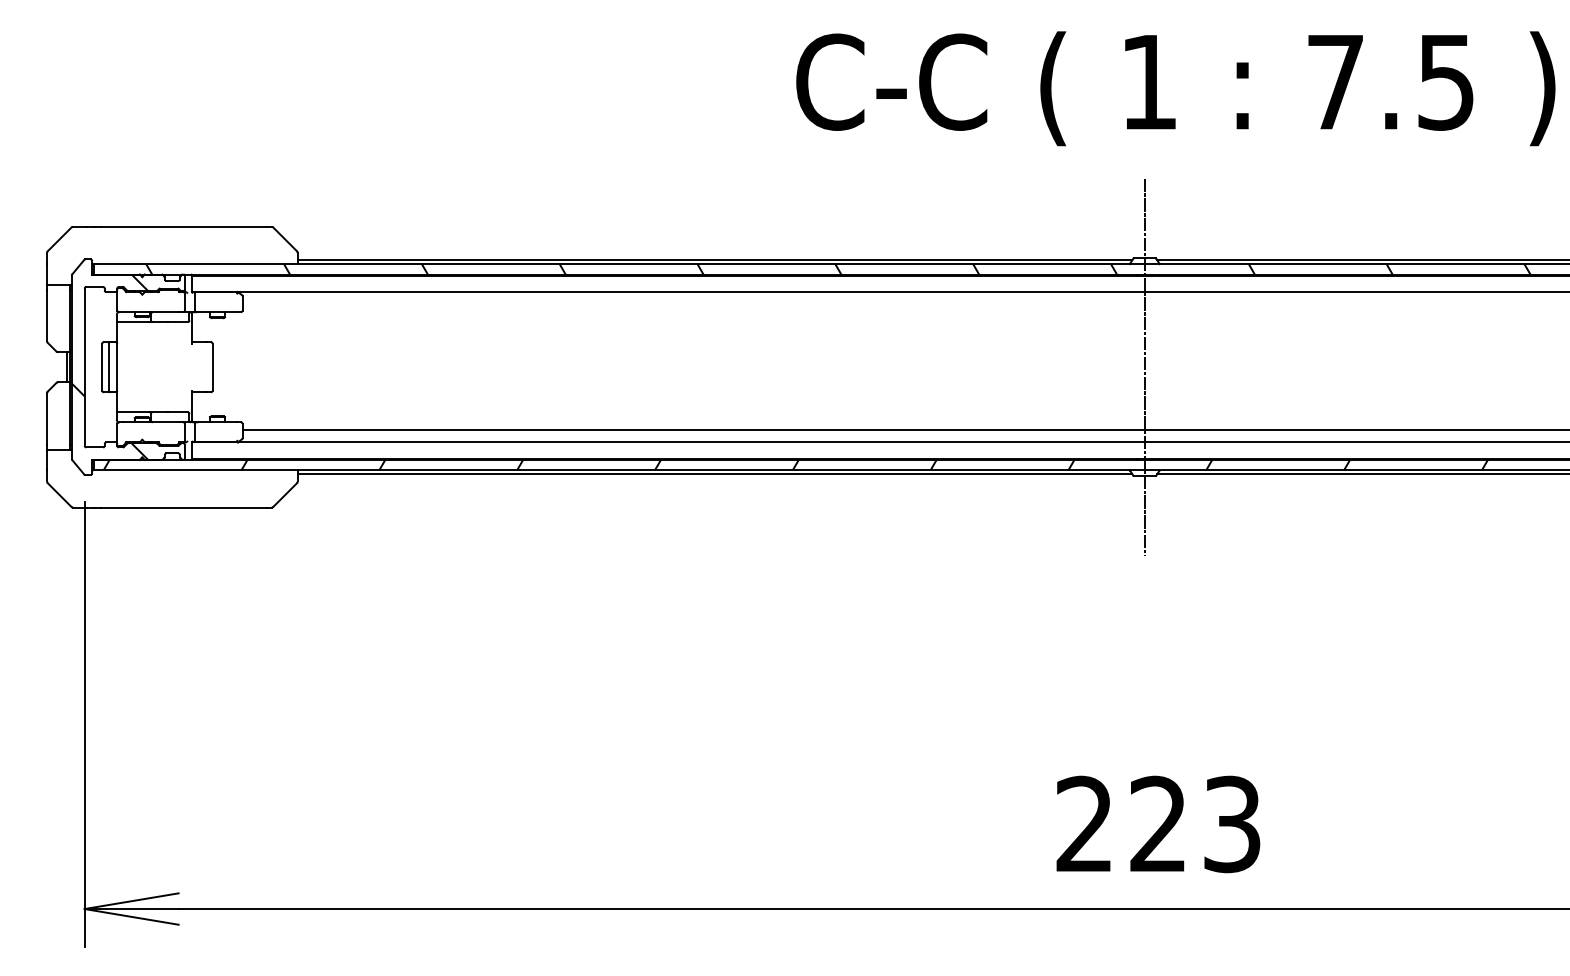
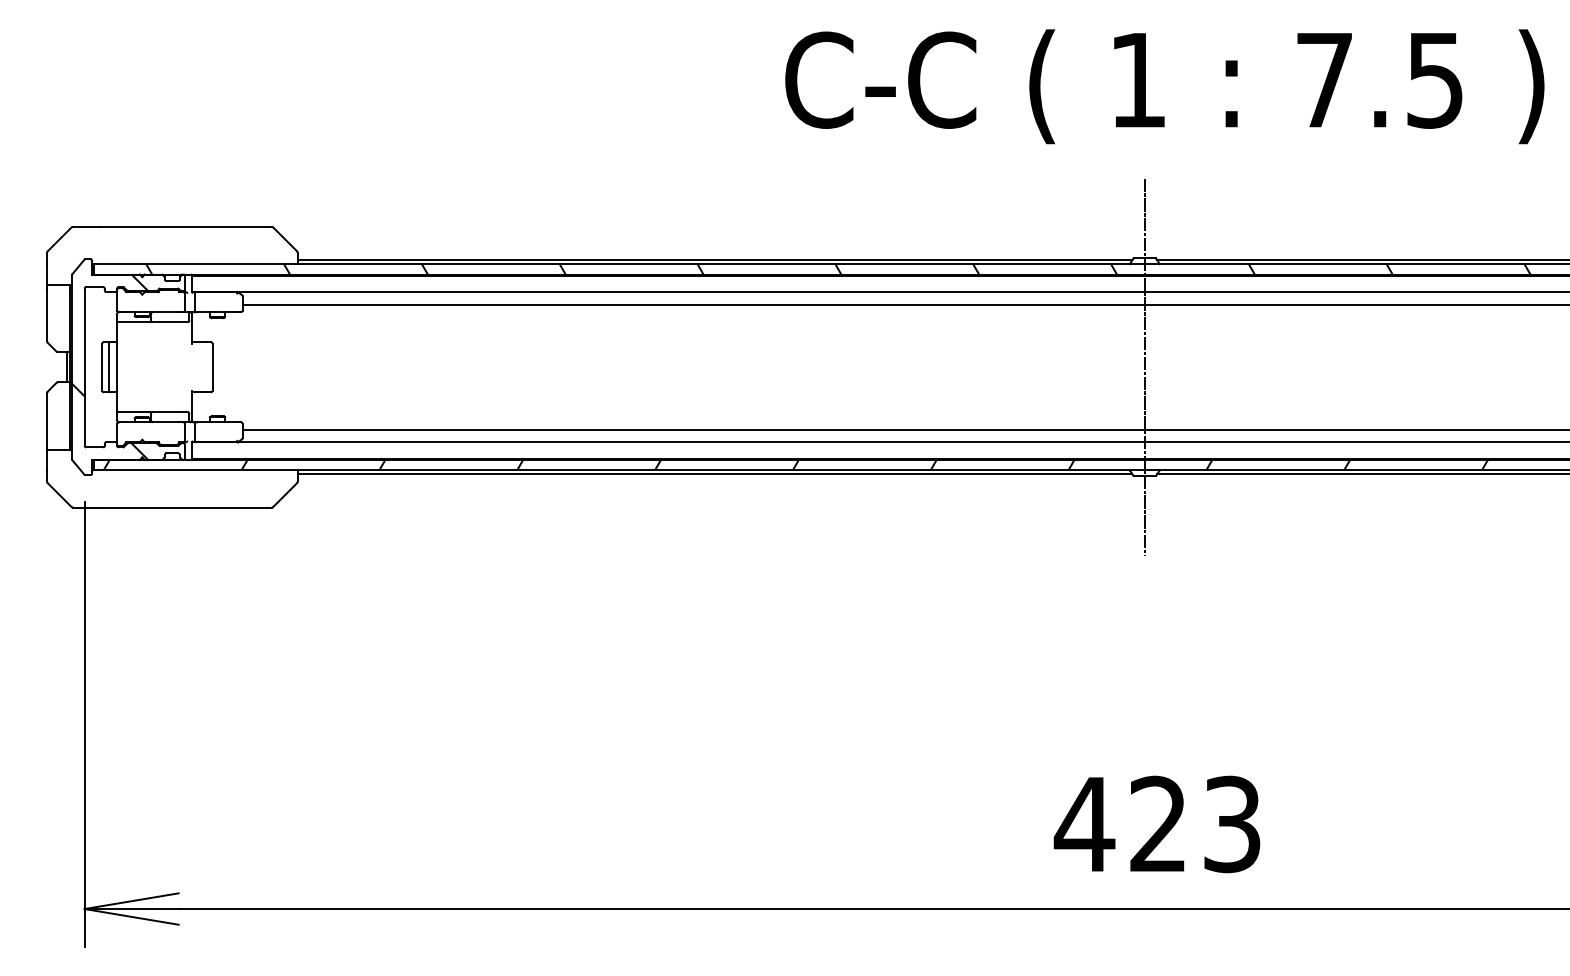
text at (1175, 88) position: (1175, 88) -> (1164, 86)
line at (904, 304): none -> present
text at (1084, 823): 223 -> 423
